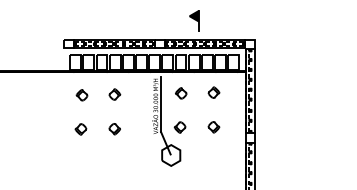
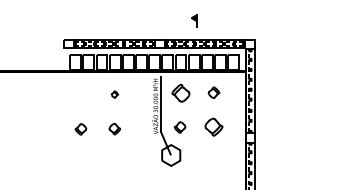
part at (194, 20) size: 11x22 px -> 7x14 px
part at (181, 93) size: 13x13 px -> 20x20 px
part at (114, 94) size: 14x13 px -> 10x9 px
part at (81, 95): present -> none
part at (213, 127) size: 14x13 px -> 20x20 px
